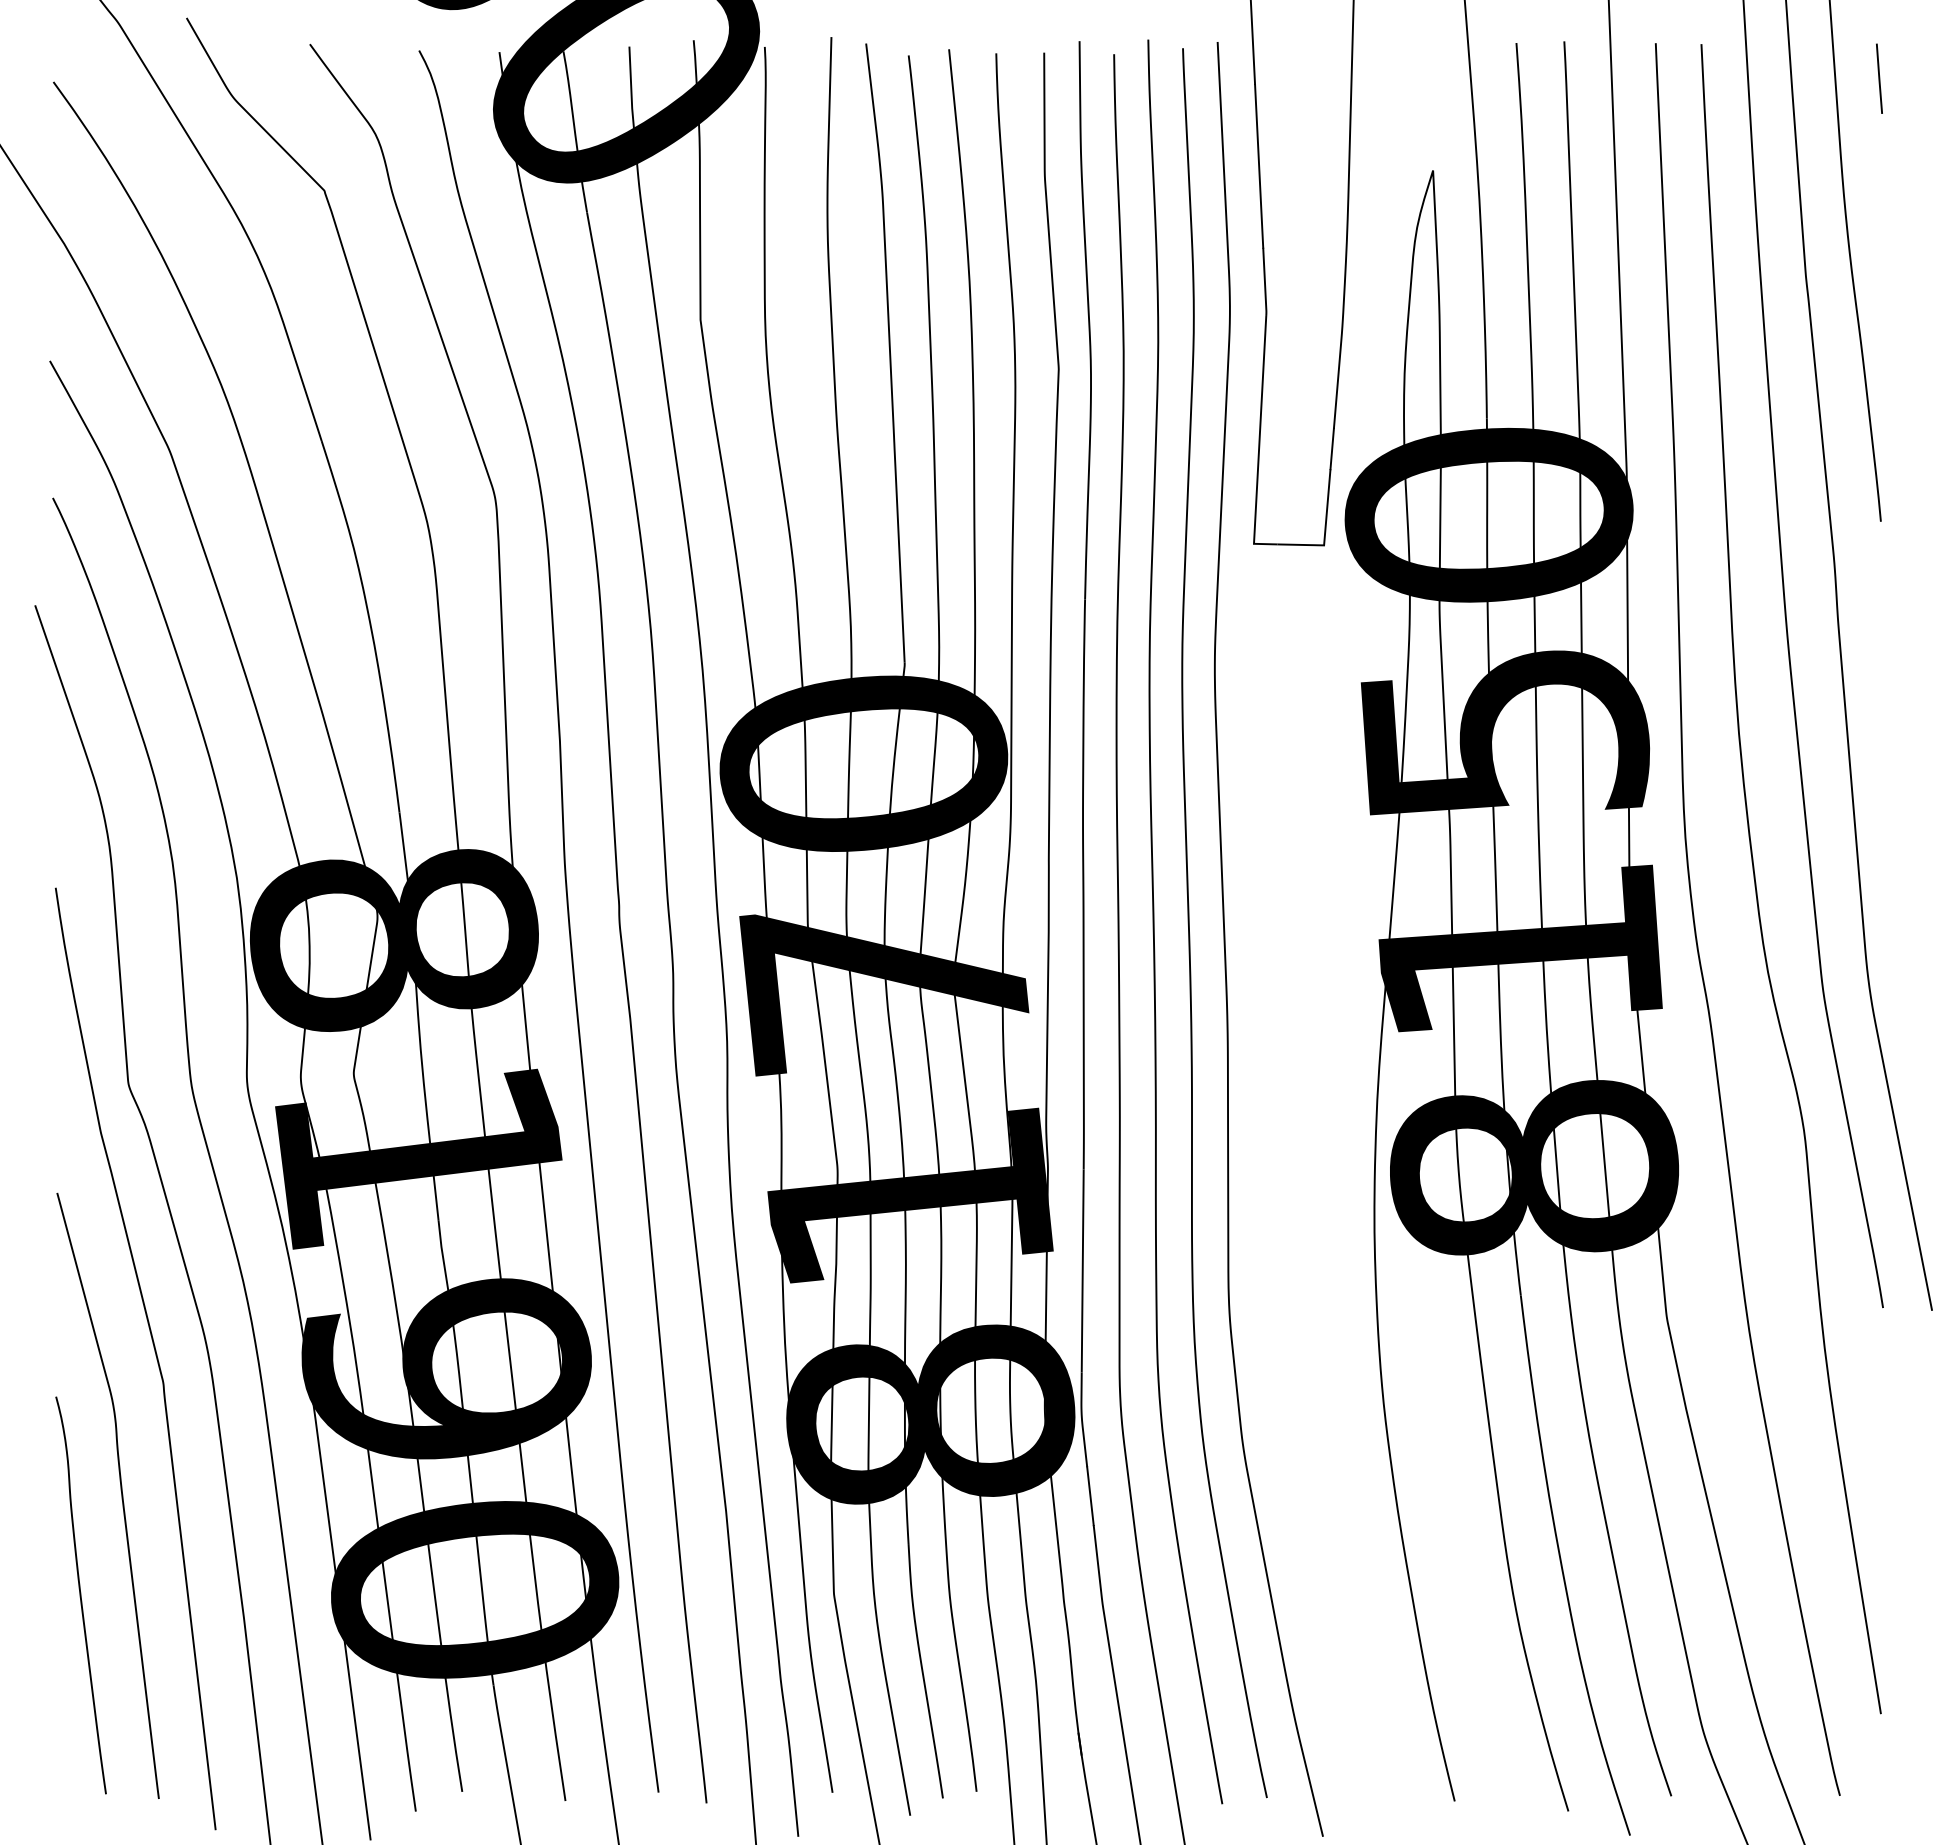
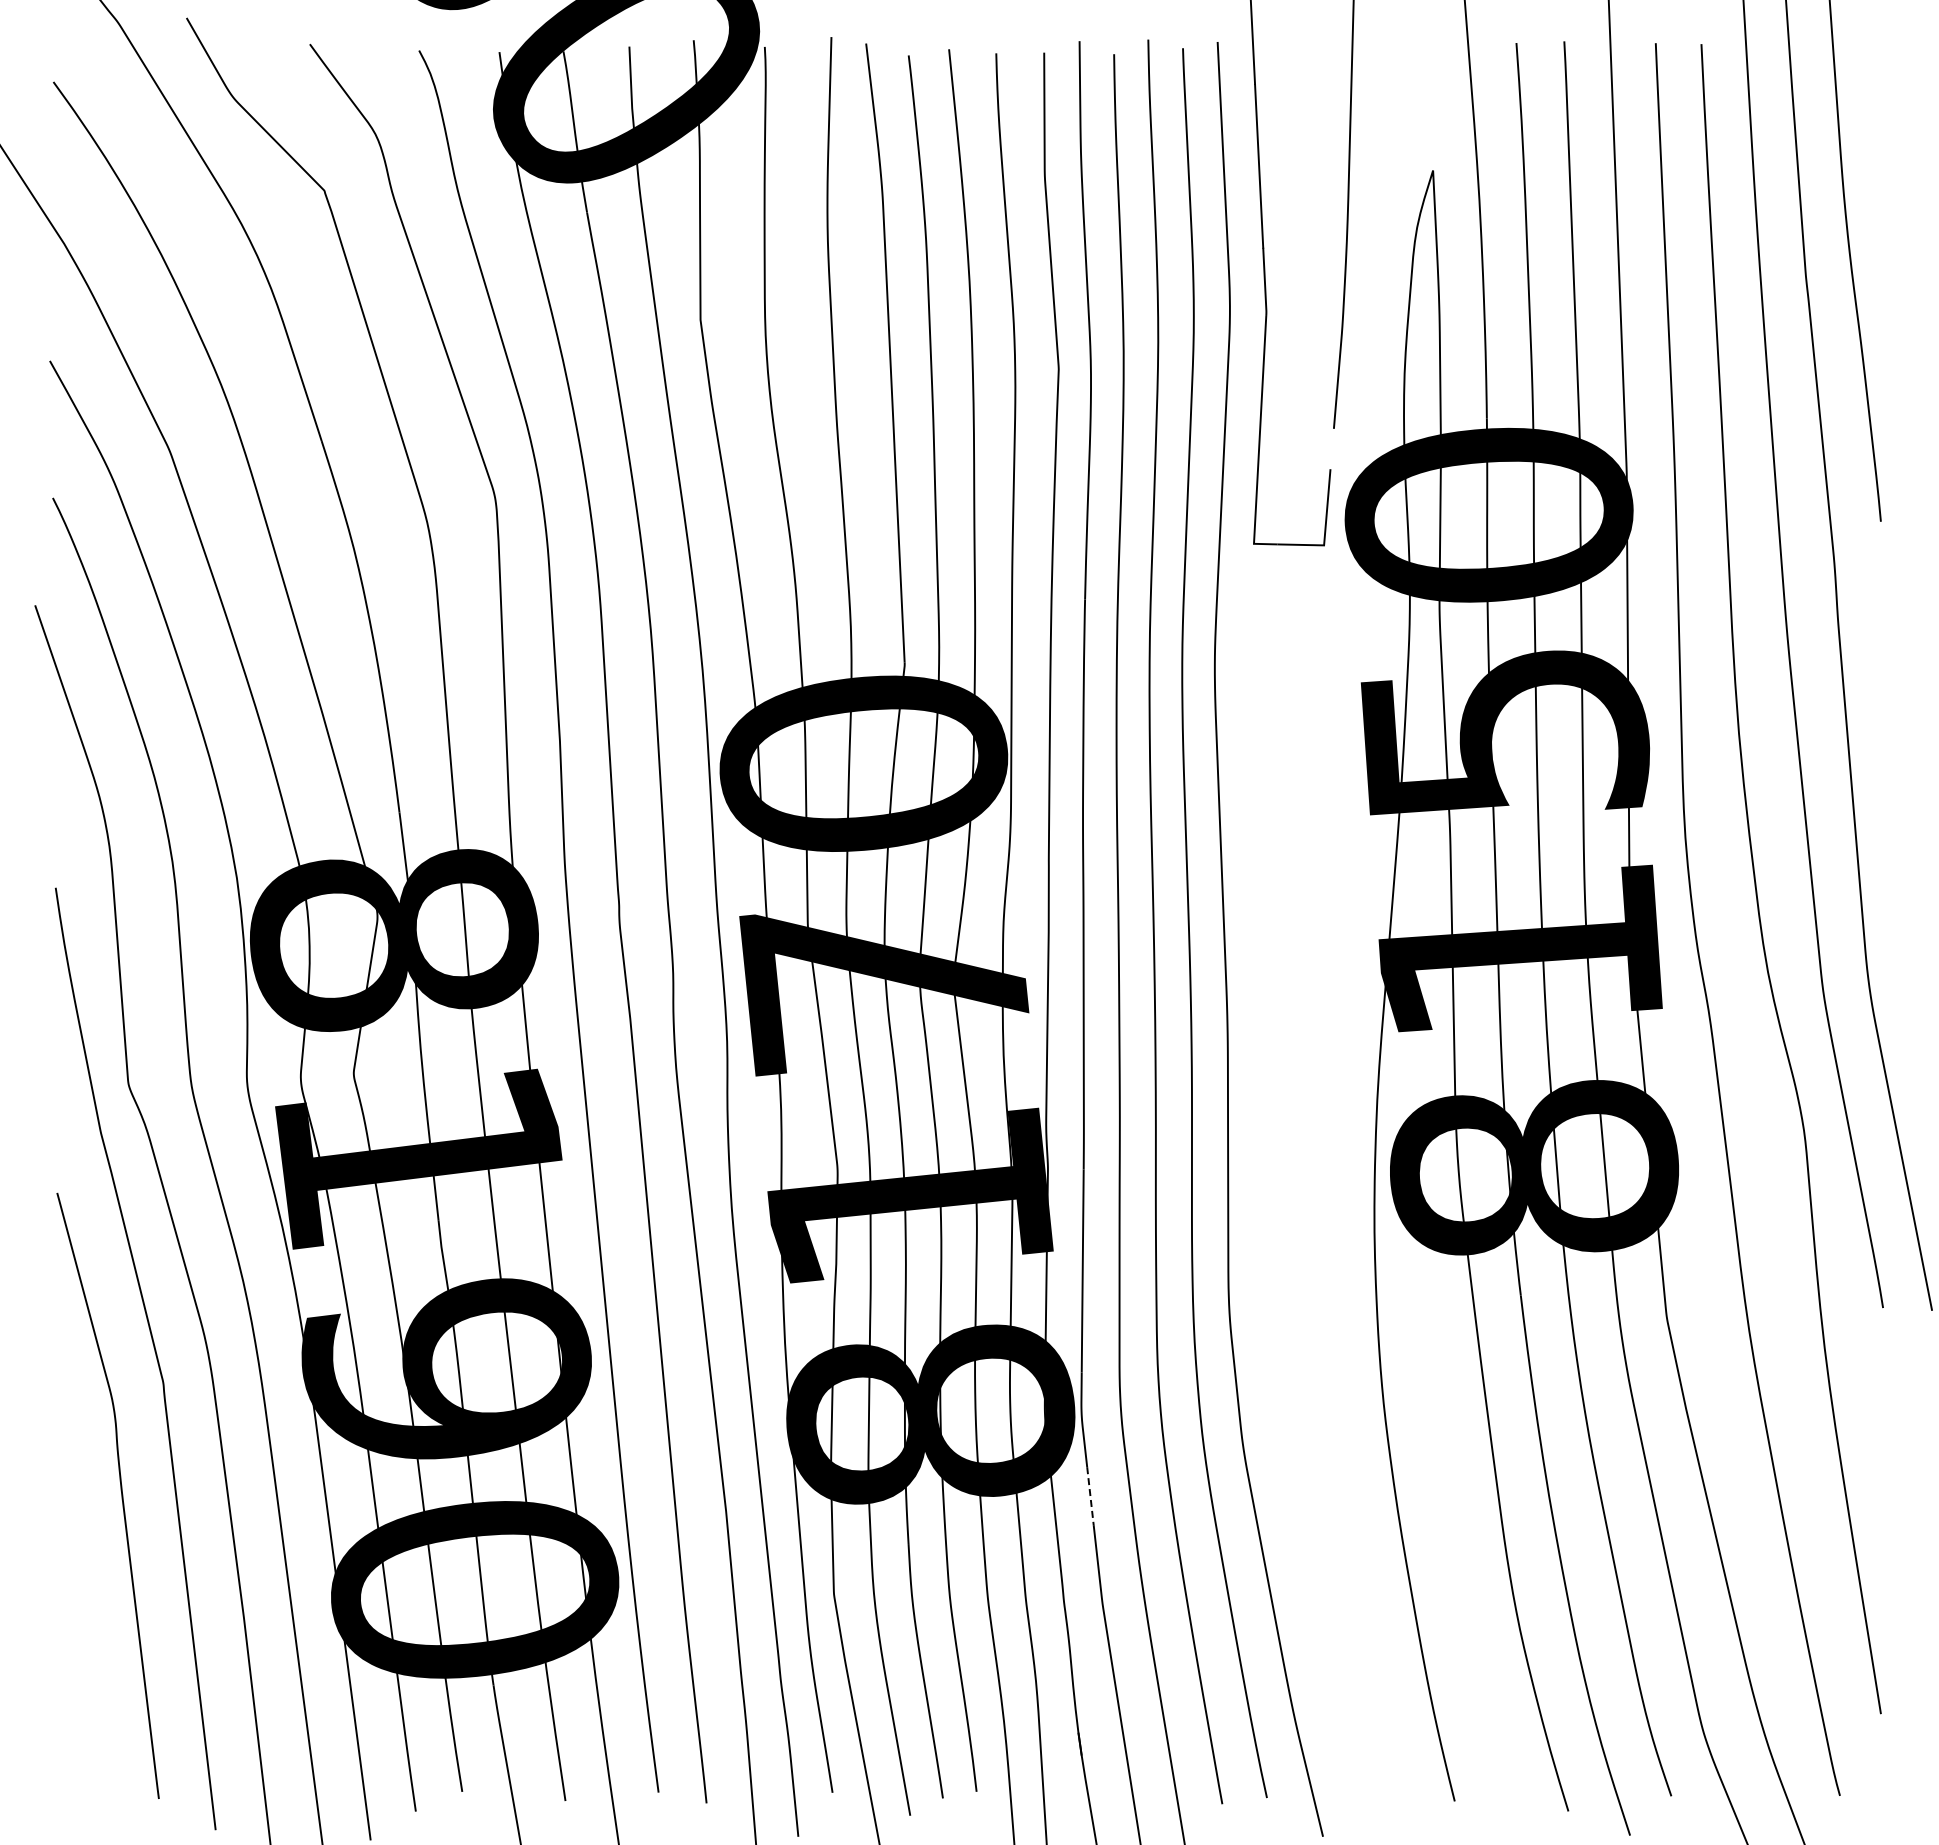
line at (1879, 78): present -> none
line at (1331, 448): present -> none
line at (1090, 1496): solid -> dashed
curve at (80, 1595): present -> none
